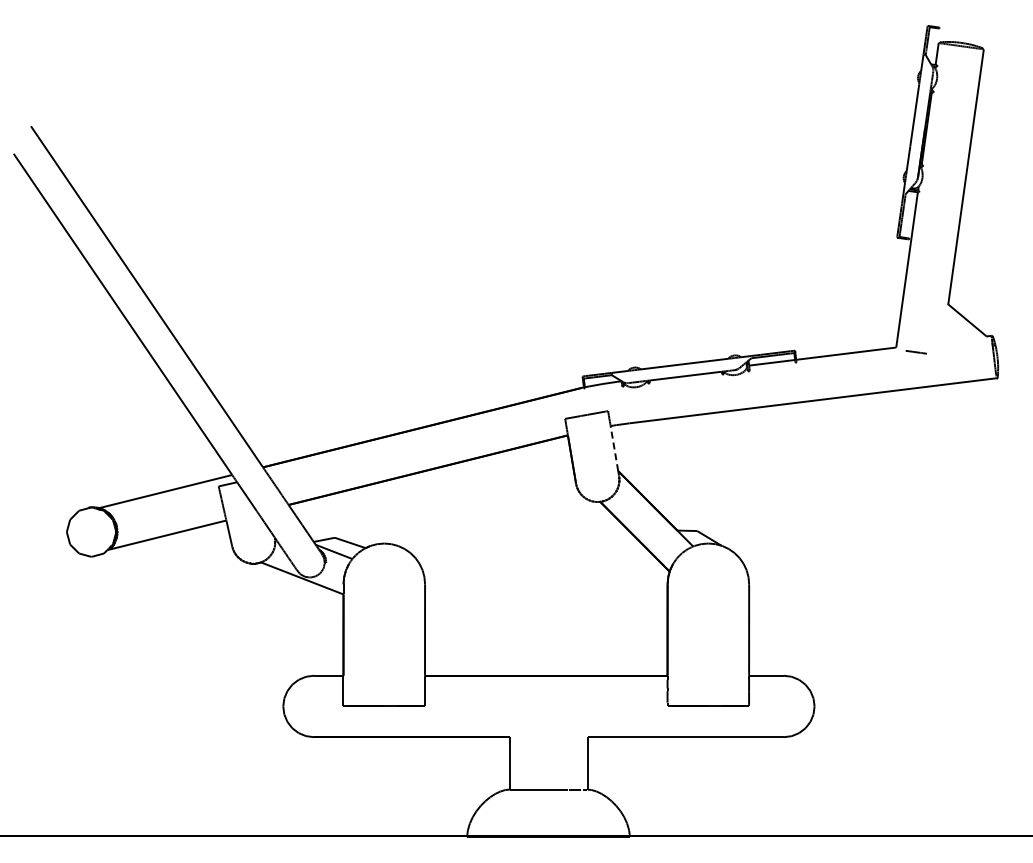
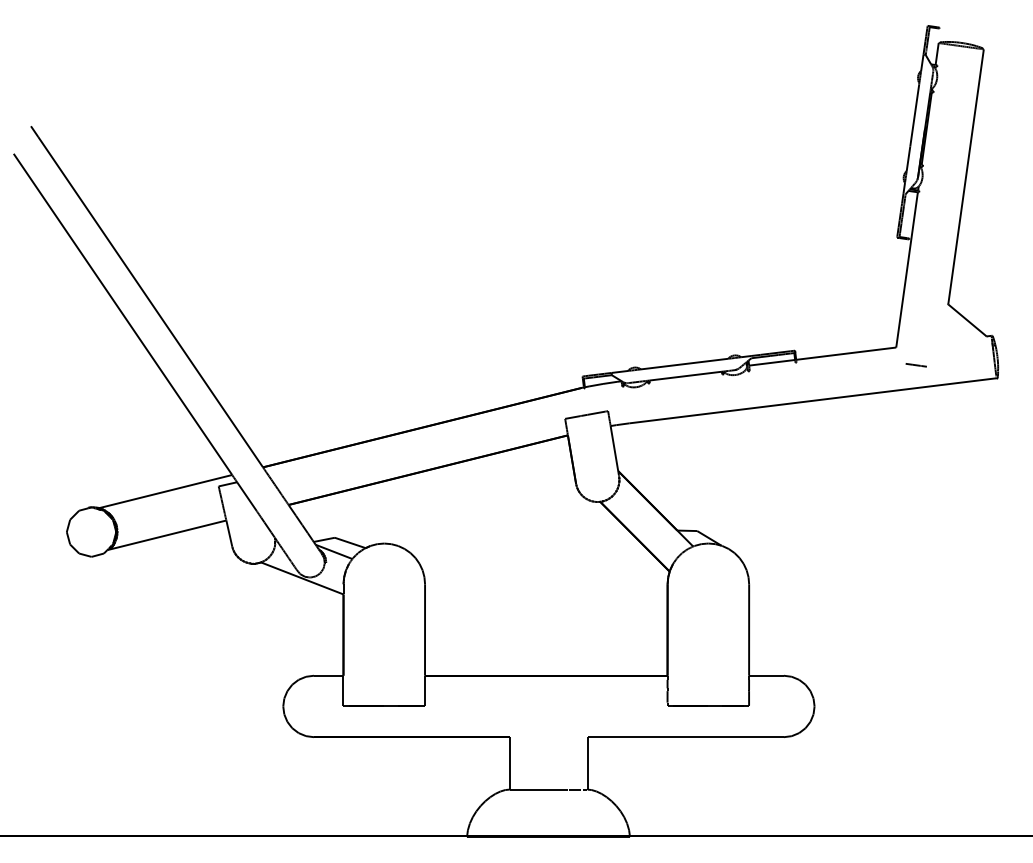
line at (915, 352) position: (915, 352) -> (915, 365)
line at (614, 448): dashed -> solid
